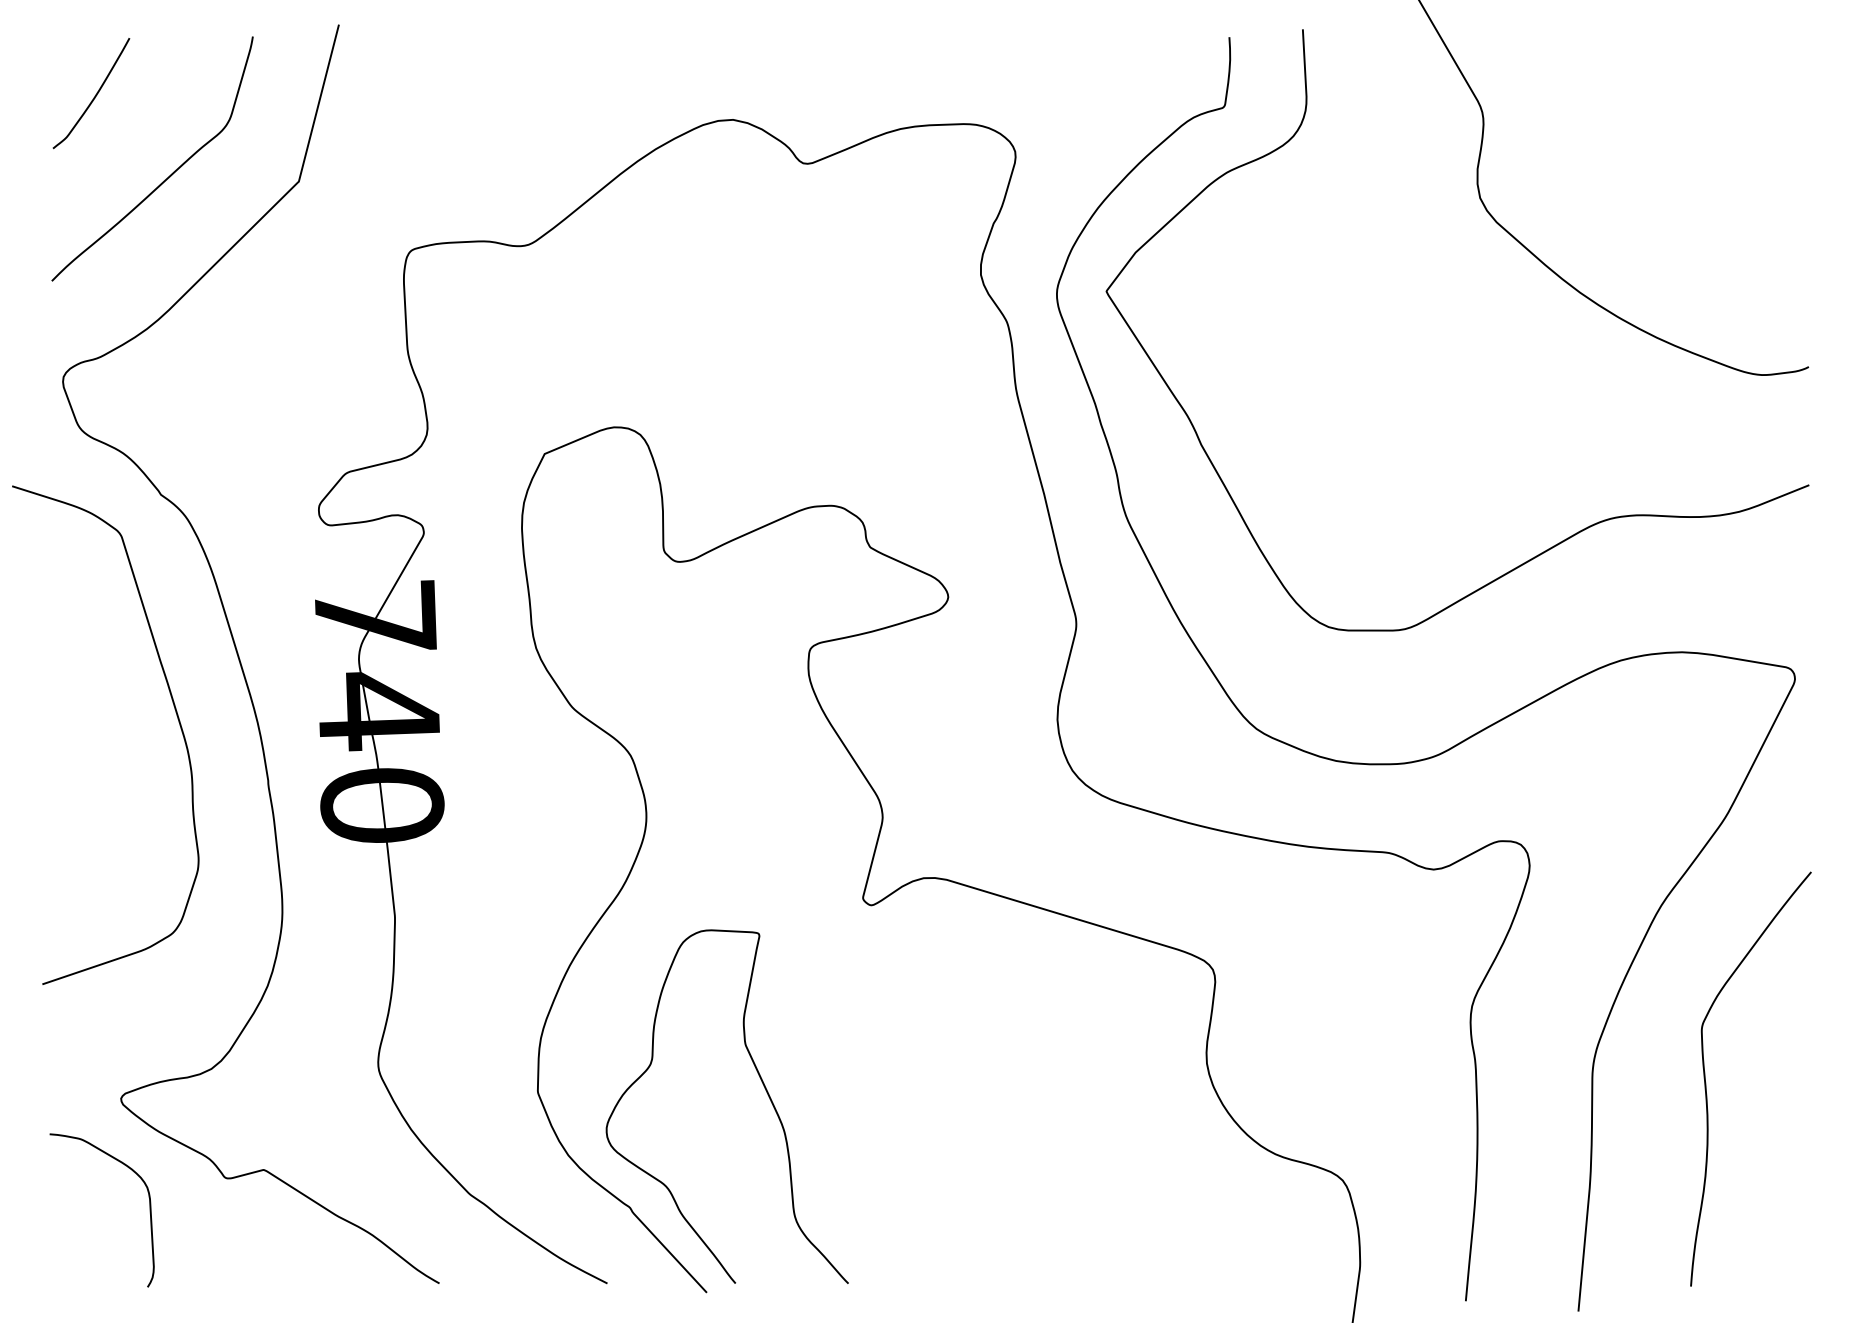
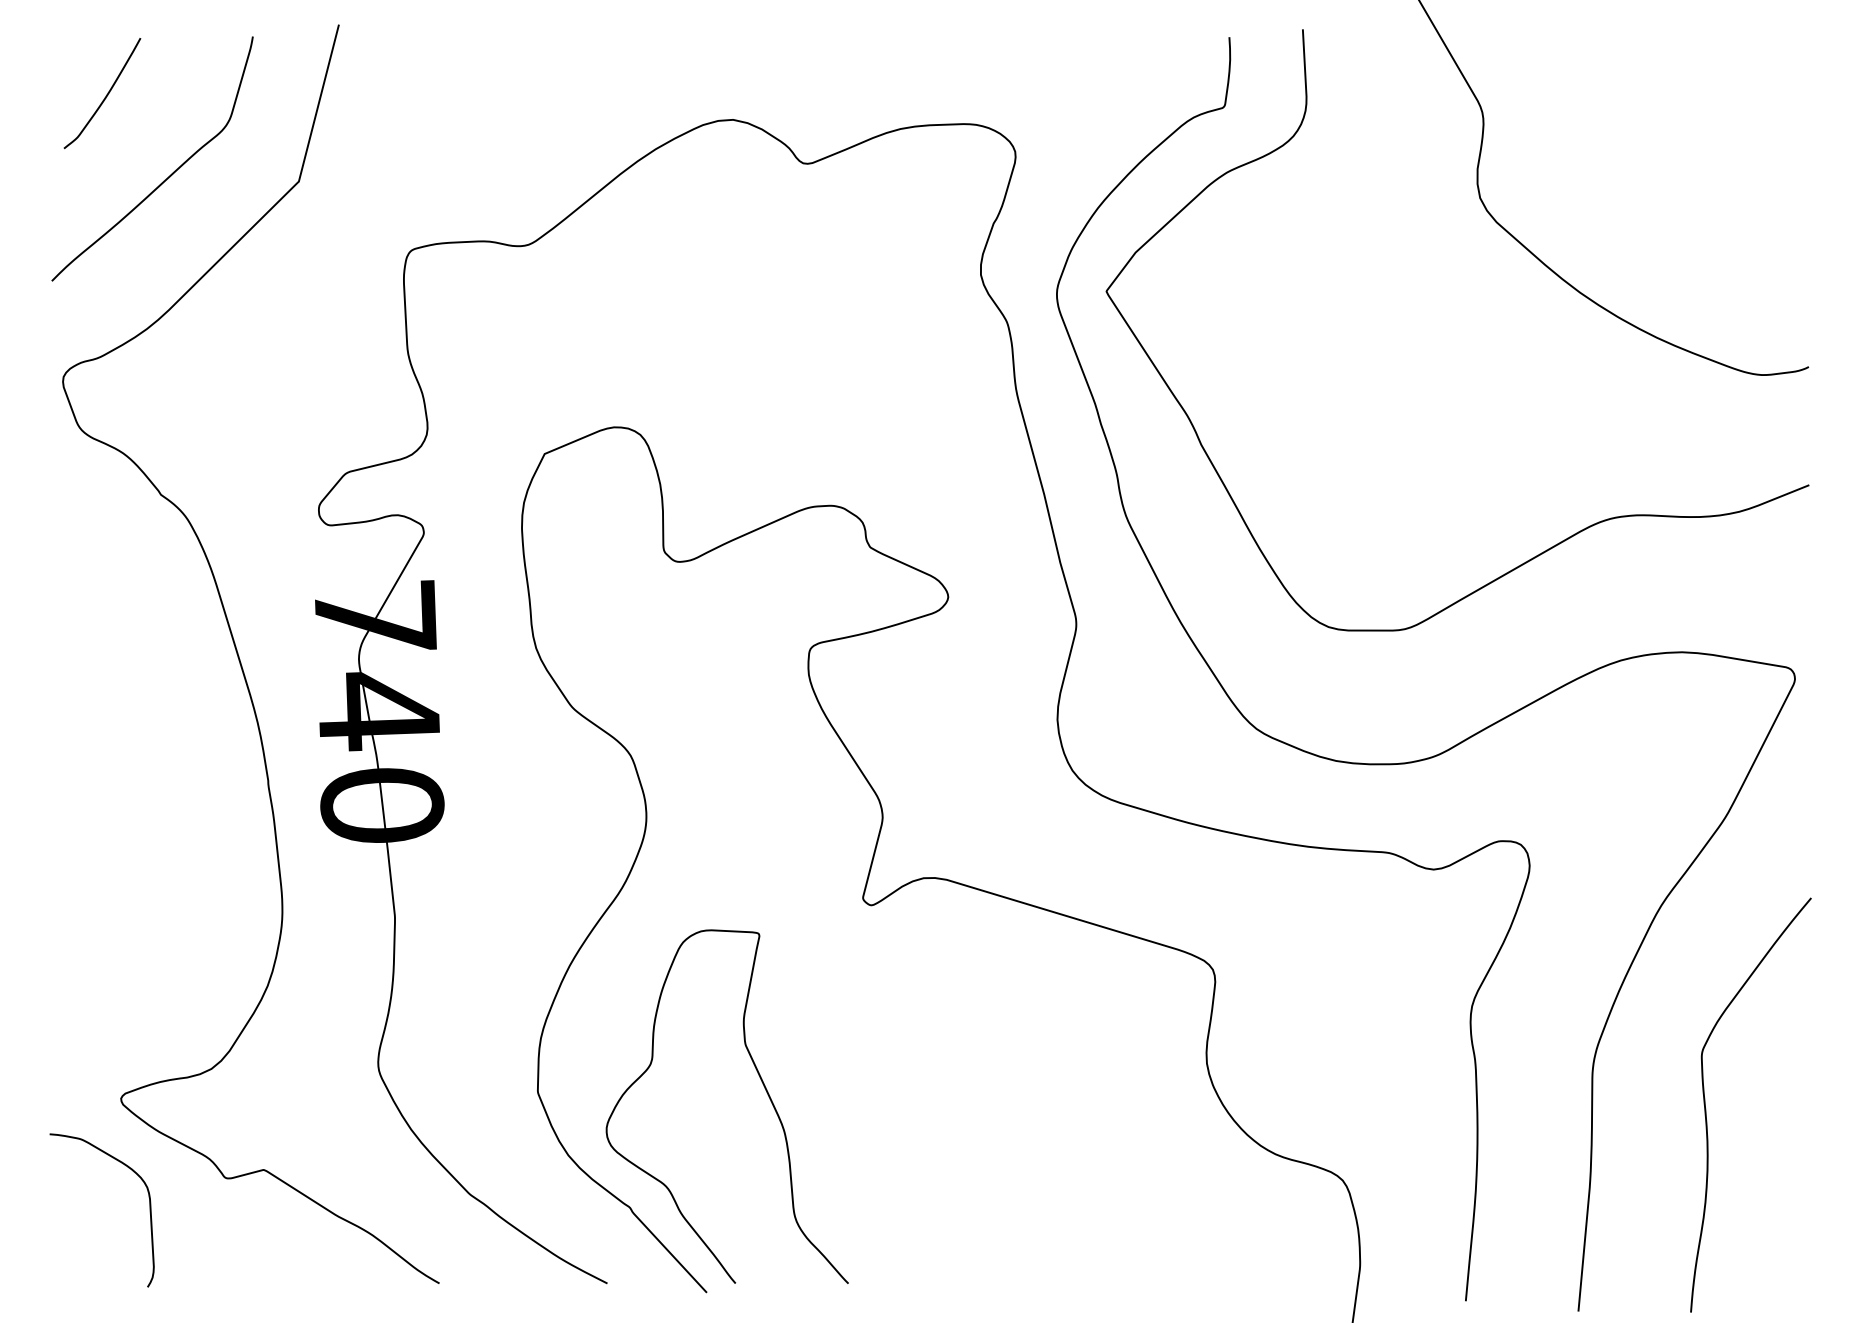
curve at (95, 94) position: (95, 94) -> (106, 94)
curve at (175, 712): present -> none
curve at (1706, 1082) position: (1706, 1082) -> (1706, 1108)
